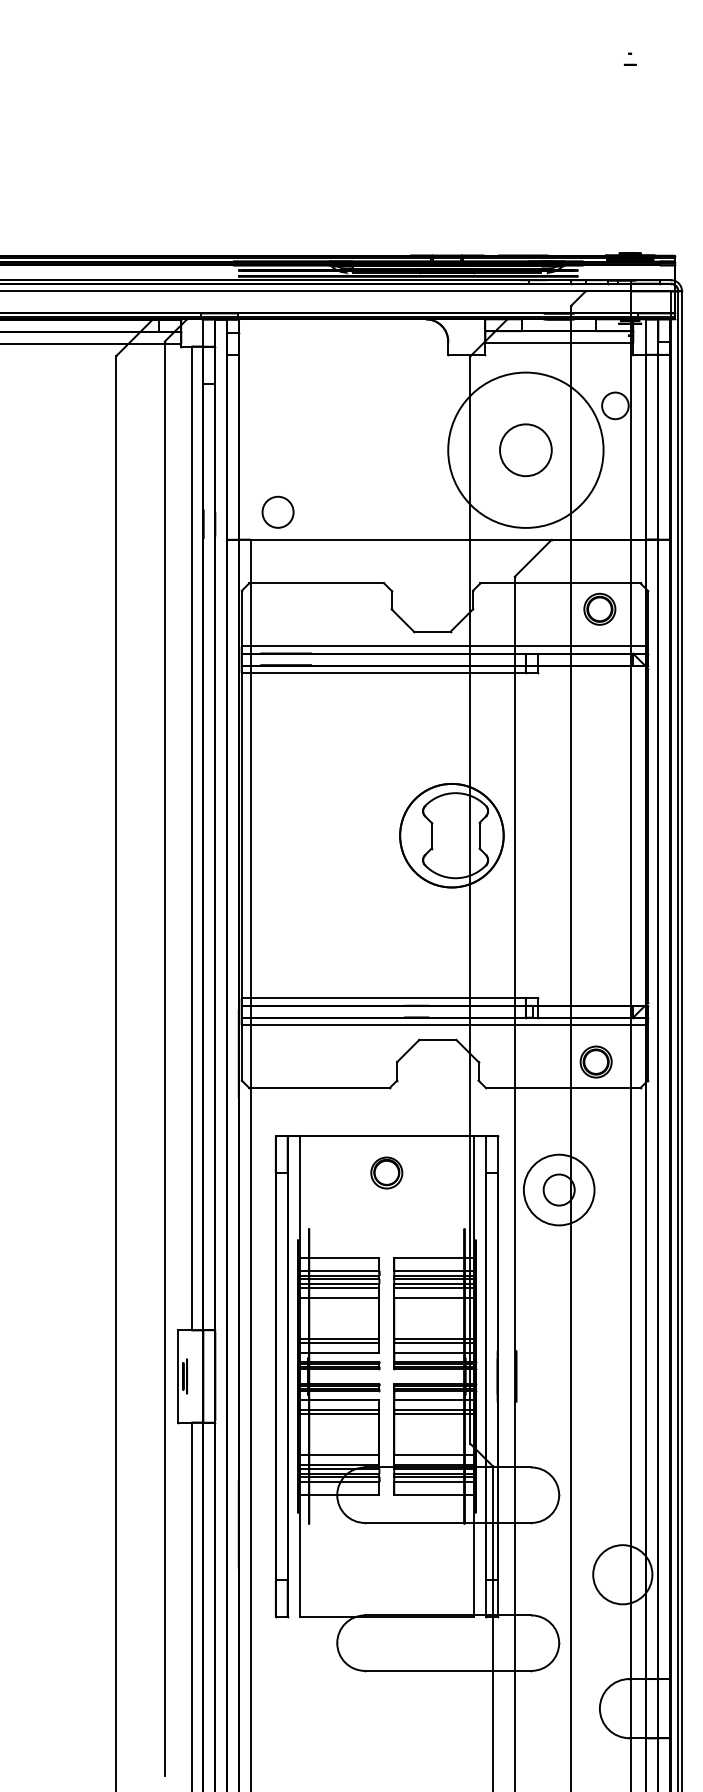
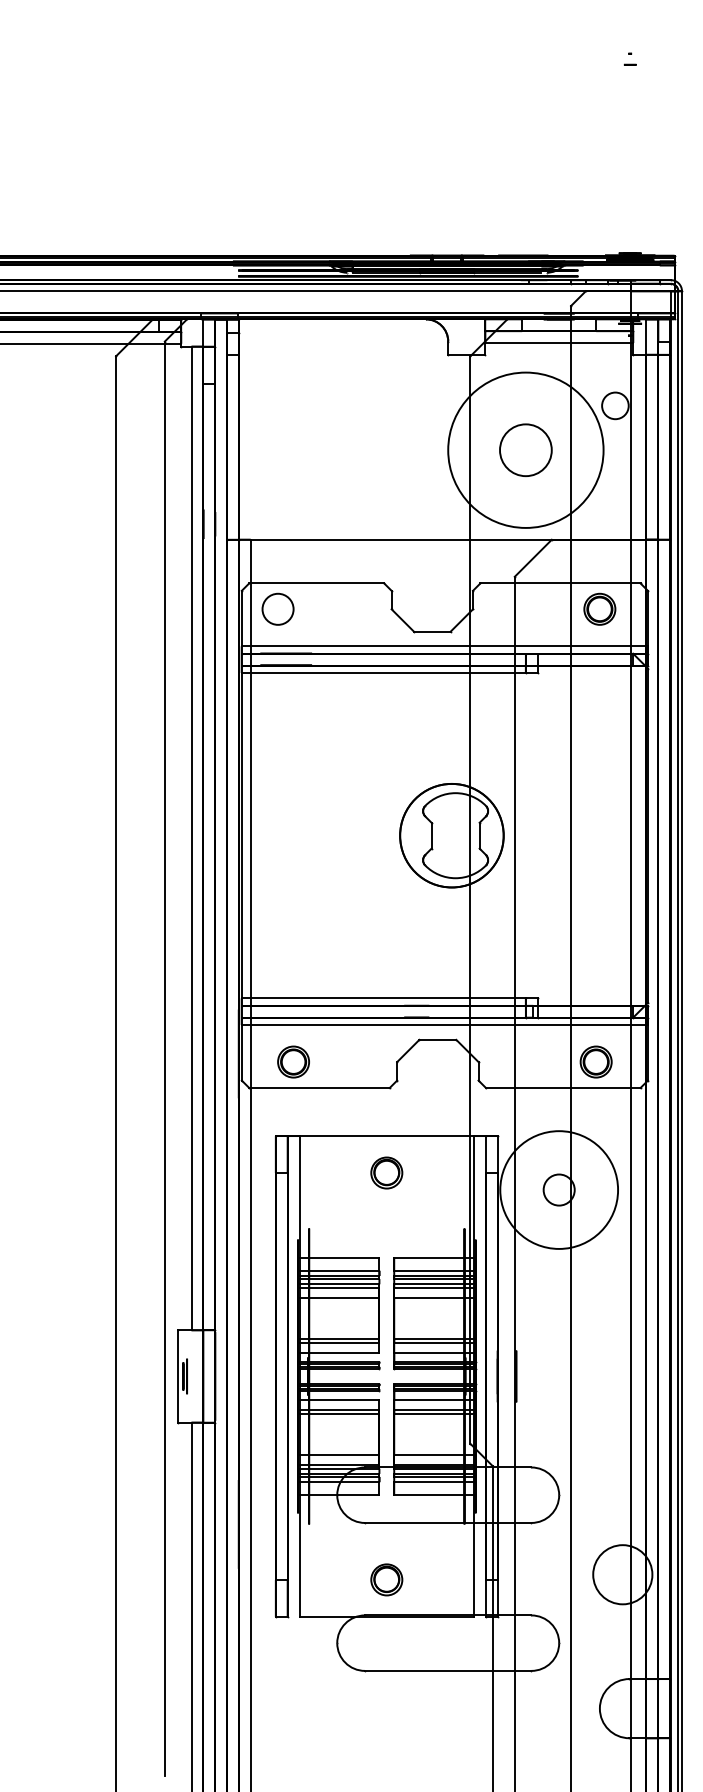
circle at (277, 511) position: (277, 511) -> (277, 608)
part at (293, 1061): none -> present
circle at (558, 1189) diameter: 71 px -> 118 px
part at (386, 1579): none -> present
